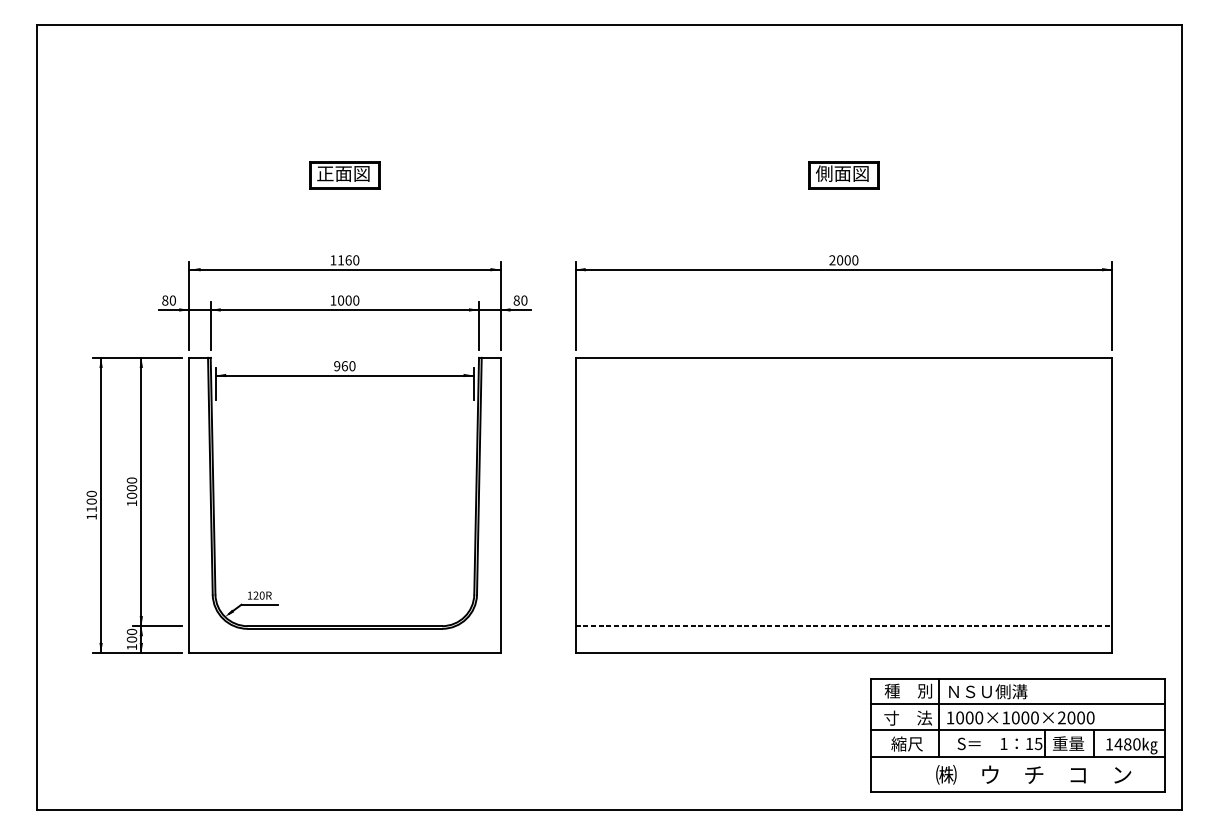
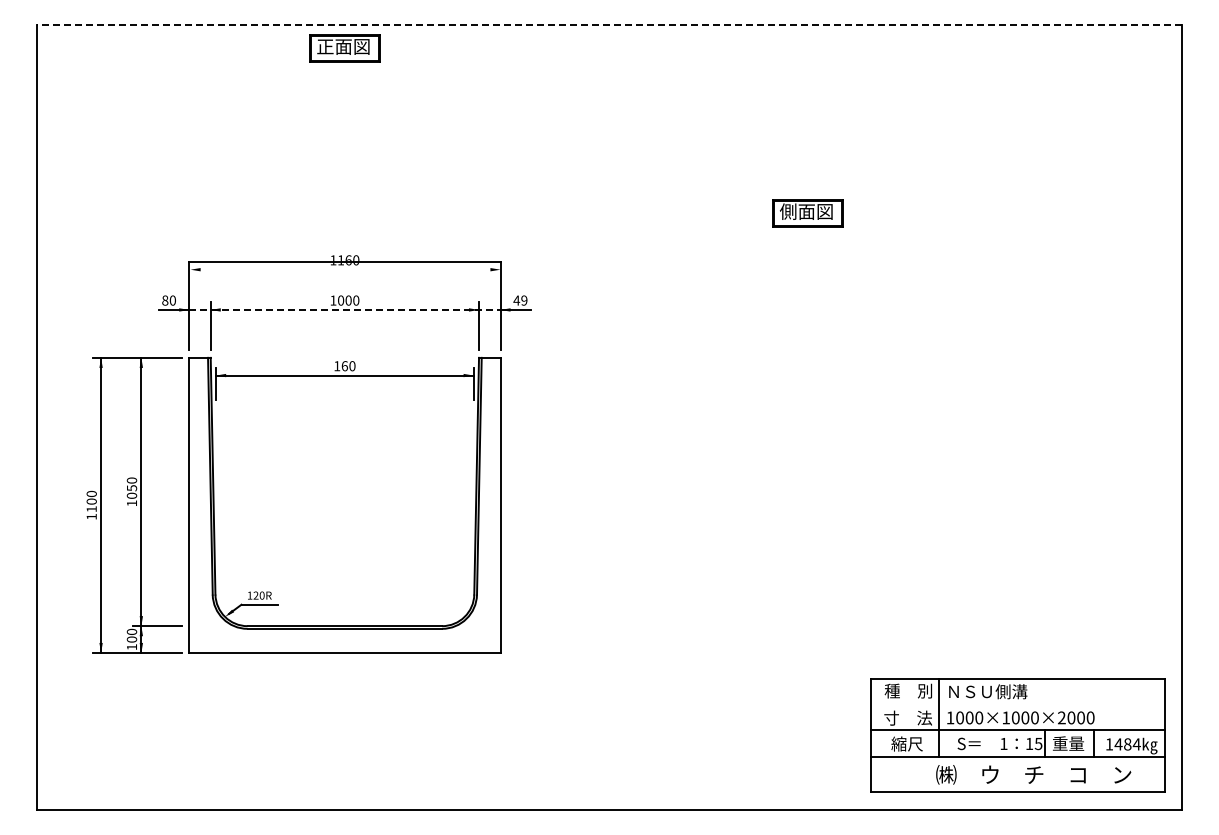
line at (609, 24): solid -> dashed
part at (344, 175) position: (344, 175) -> (344, 48)
part at (843, 175) position: (843, 175) -> (807, 213)
line at (344, 269) position: (344, 269) -> (344, 261)
text at (520, 300): 80 -> 49
line at (344, 309): solid -> dashed
text at (337, 366): 960 -> 160
part at (843, 454): present -> none
text at (131, 488): 1000 -> 1050
line at (1017, 704): present -> none
text at (1136, 744): 1480 -> 1484
